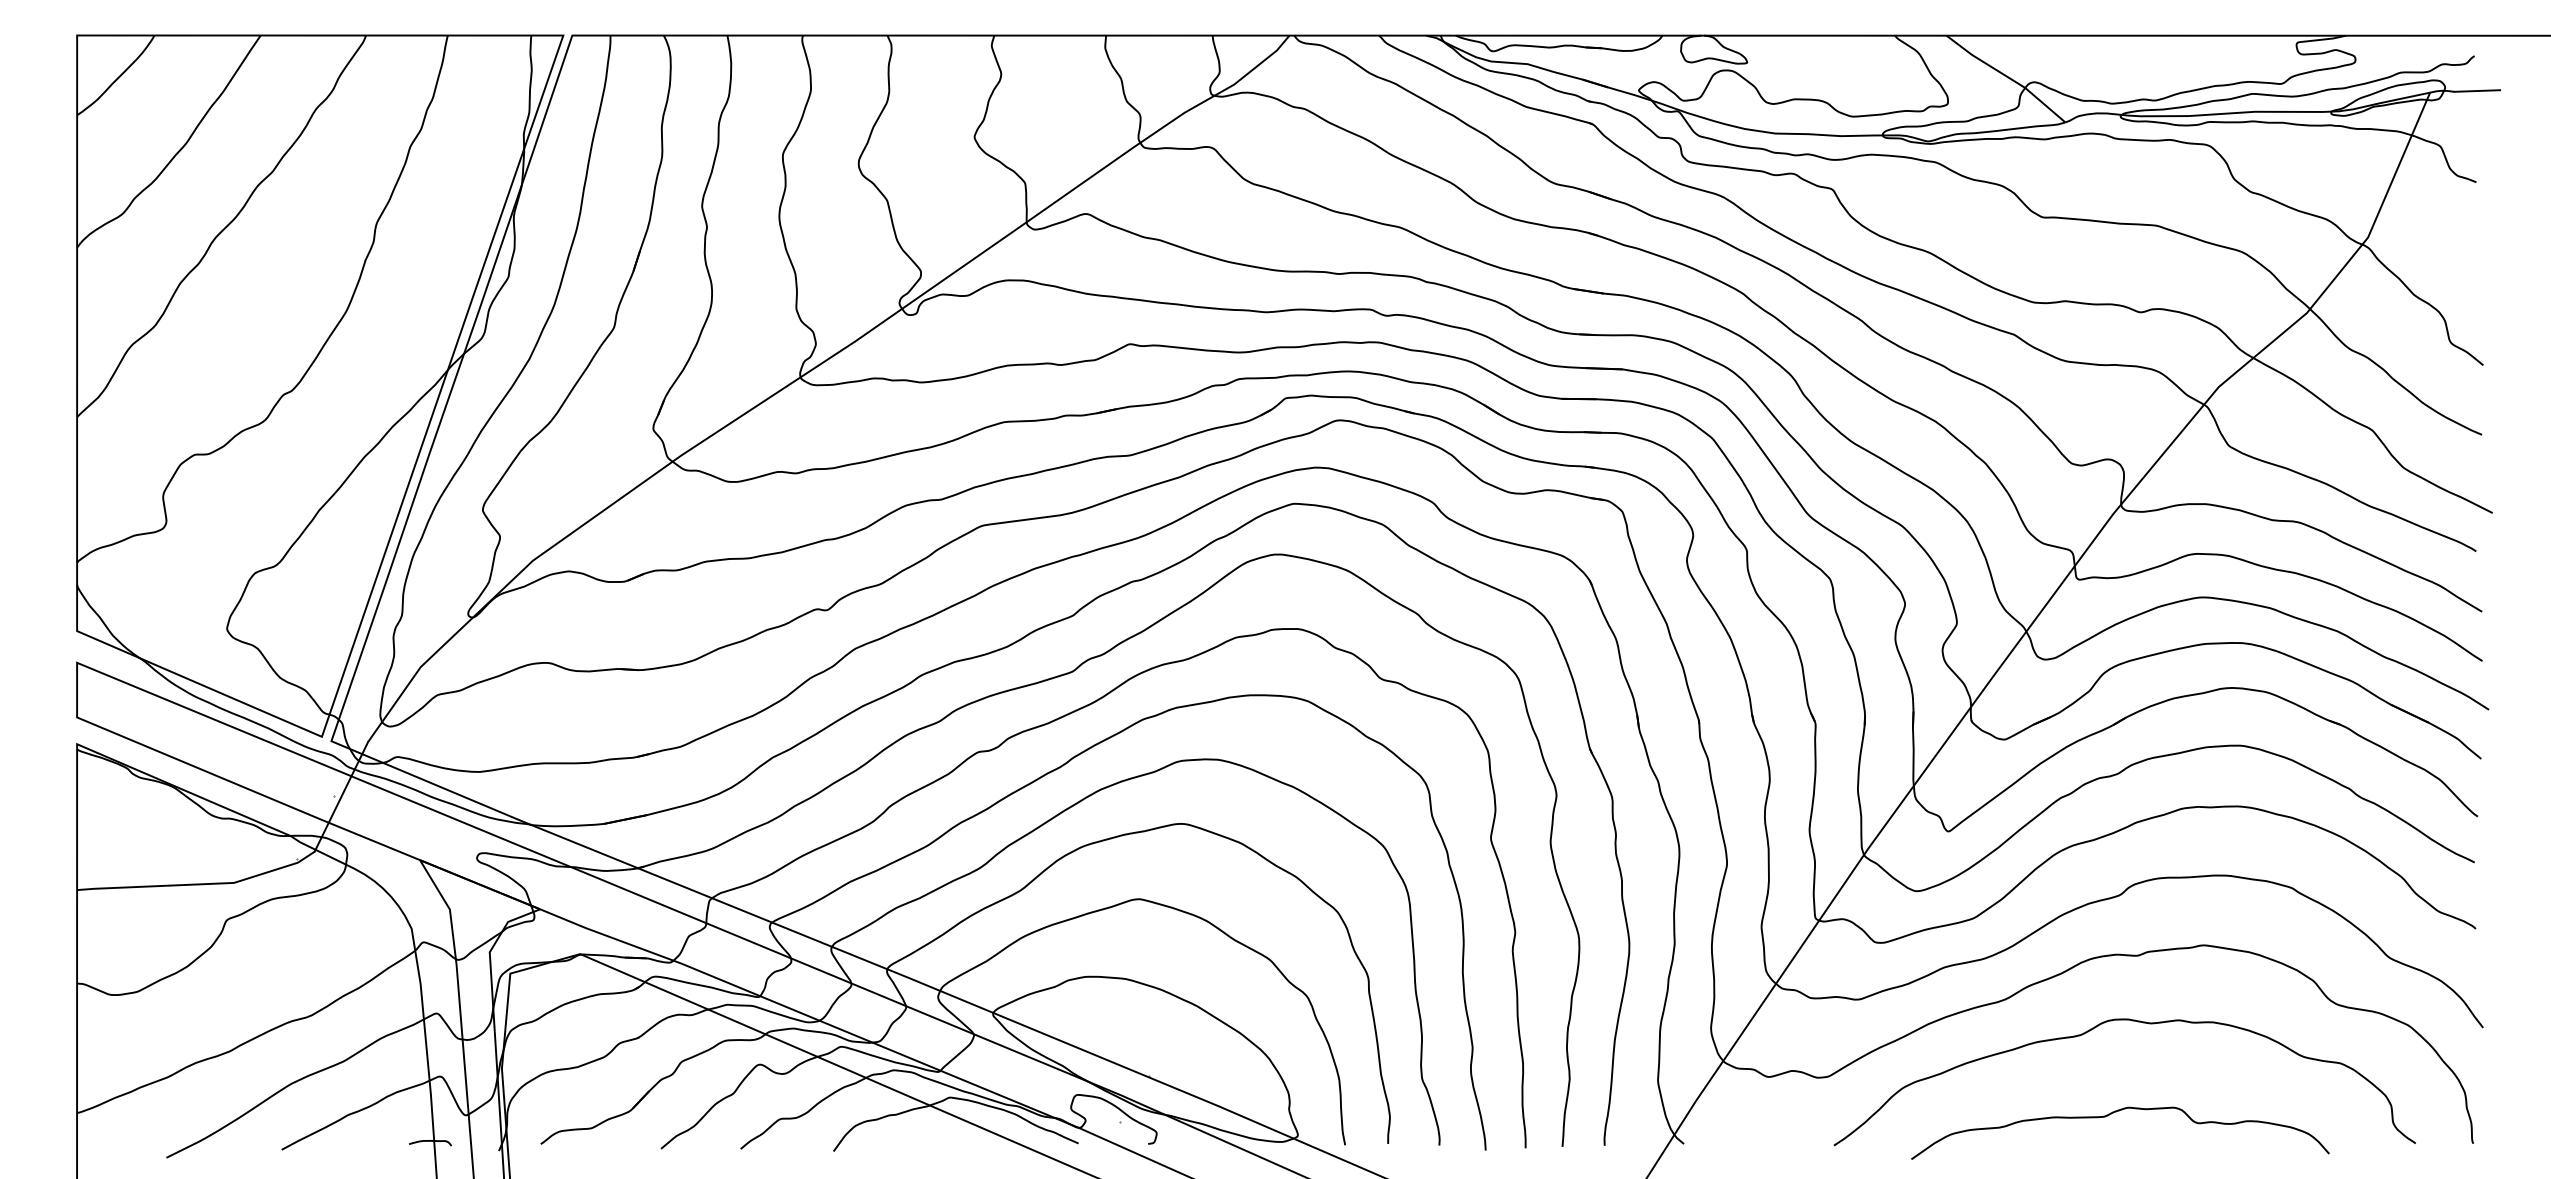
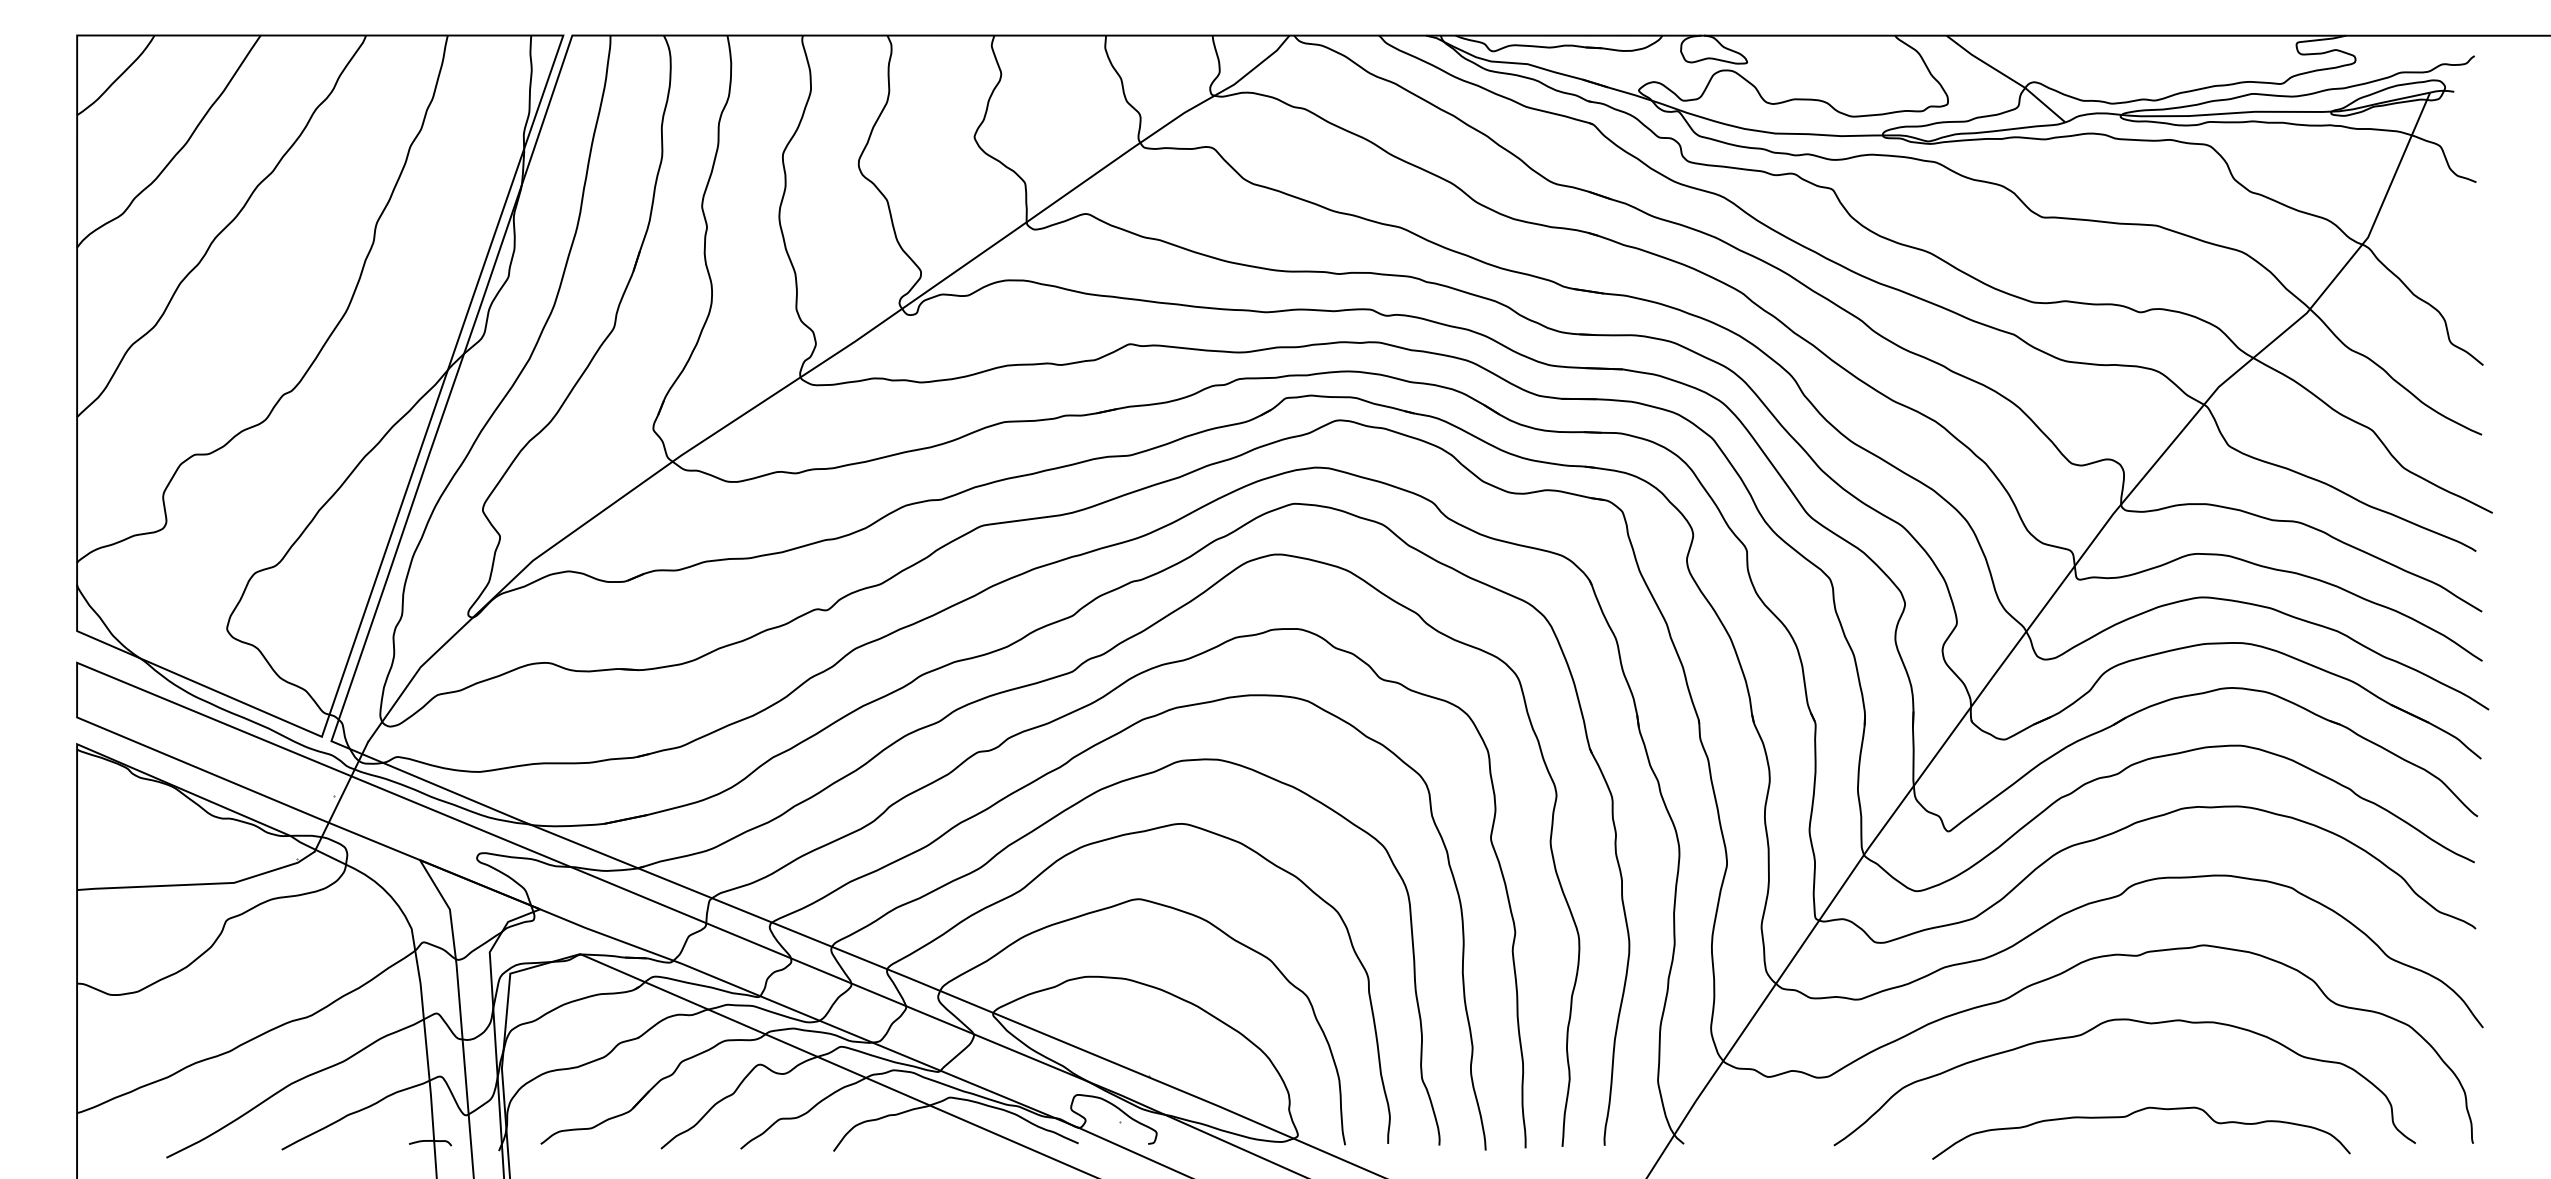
line at (2477, 90): present -> none
curve at (2111, 1114) position: (2111, 1114) -> (2132, 1114)
